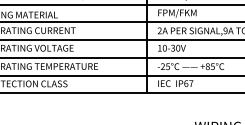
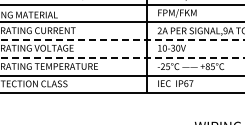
line at (122, 40): solid -> dashed
line at (122, 57): solid -> dashed
